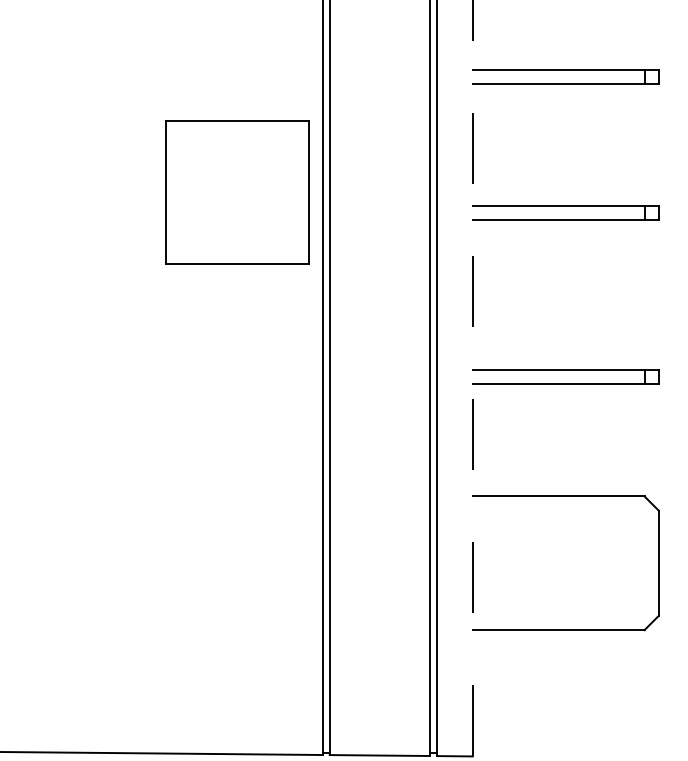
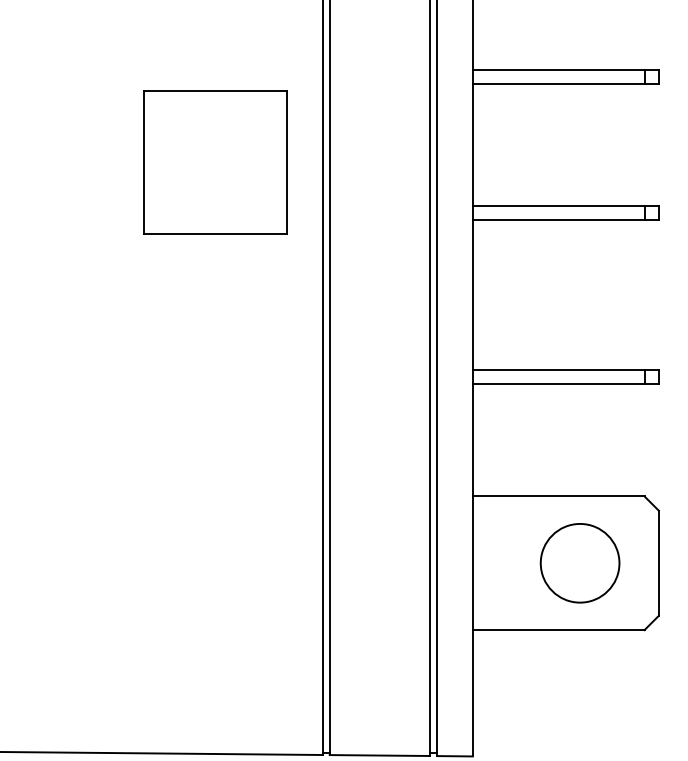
part at (237, 192) position: (237, 192) -> (215, 162)
line at (472, 378): dashed -> solid
circle at (579, 563): none -> present
